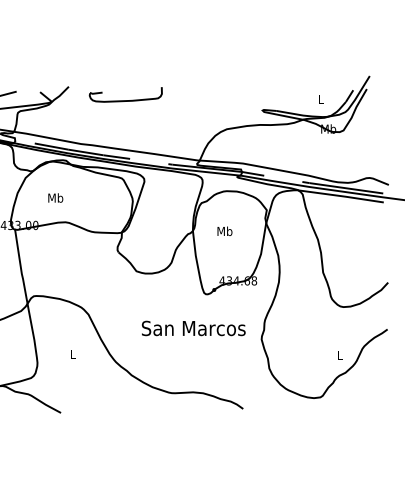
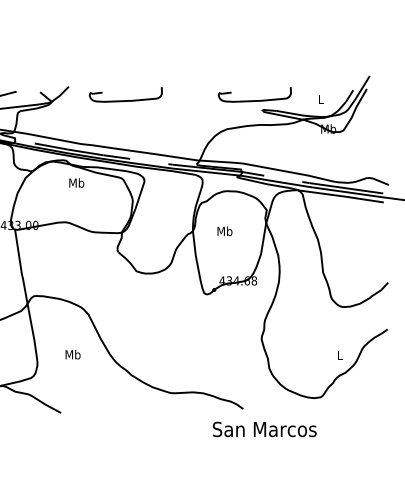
part at (254, 94): none -> present
text at (55, 197) position: (55, 197) -> (76, 182)
text at (193, 328) position: (193, 328) -> (264, 429)
text at (72, 354): L -> Mb
